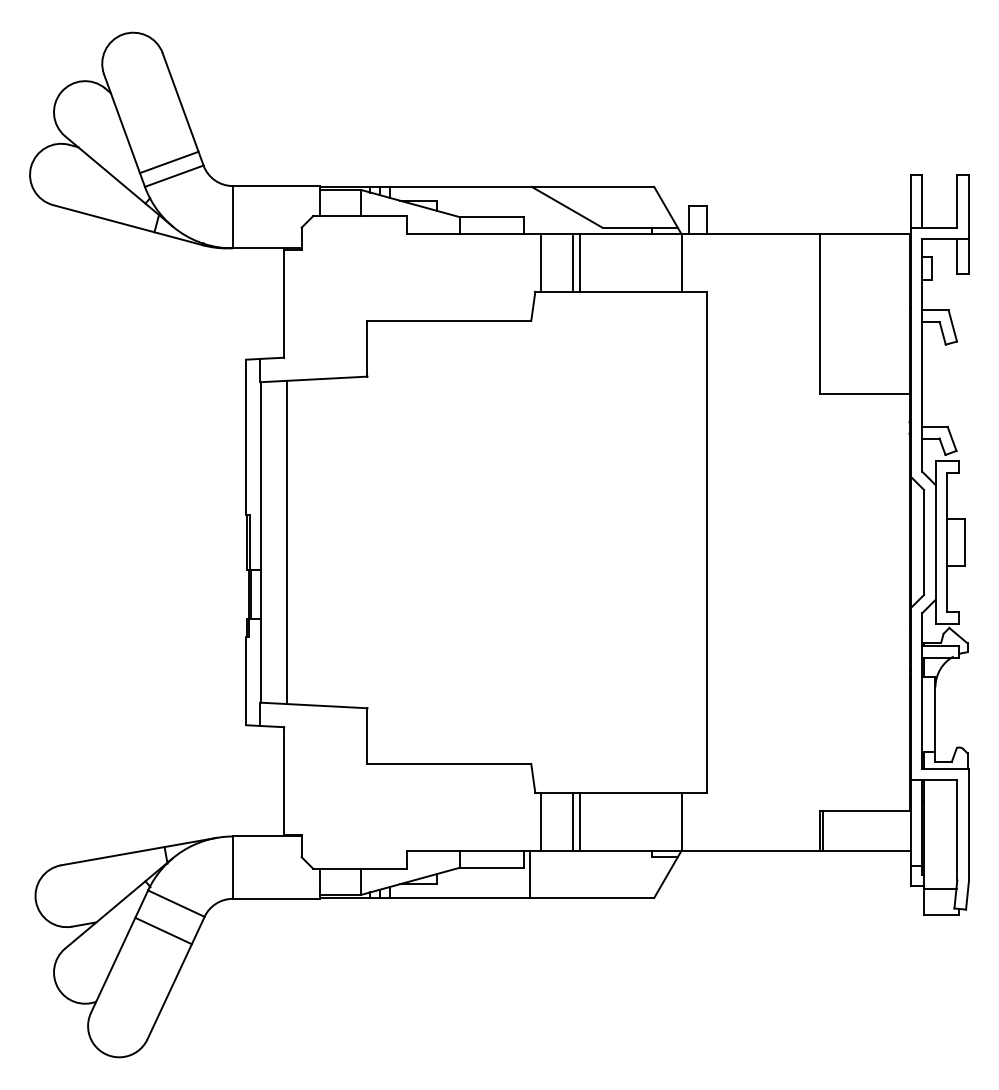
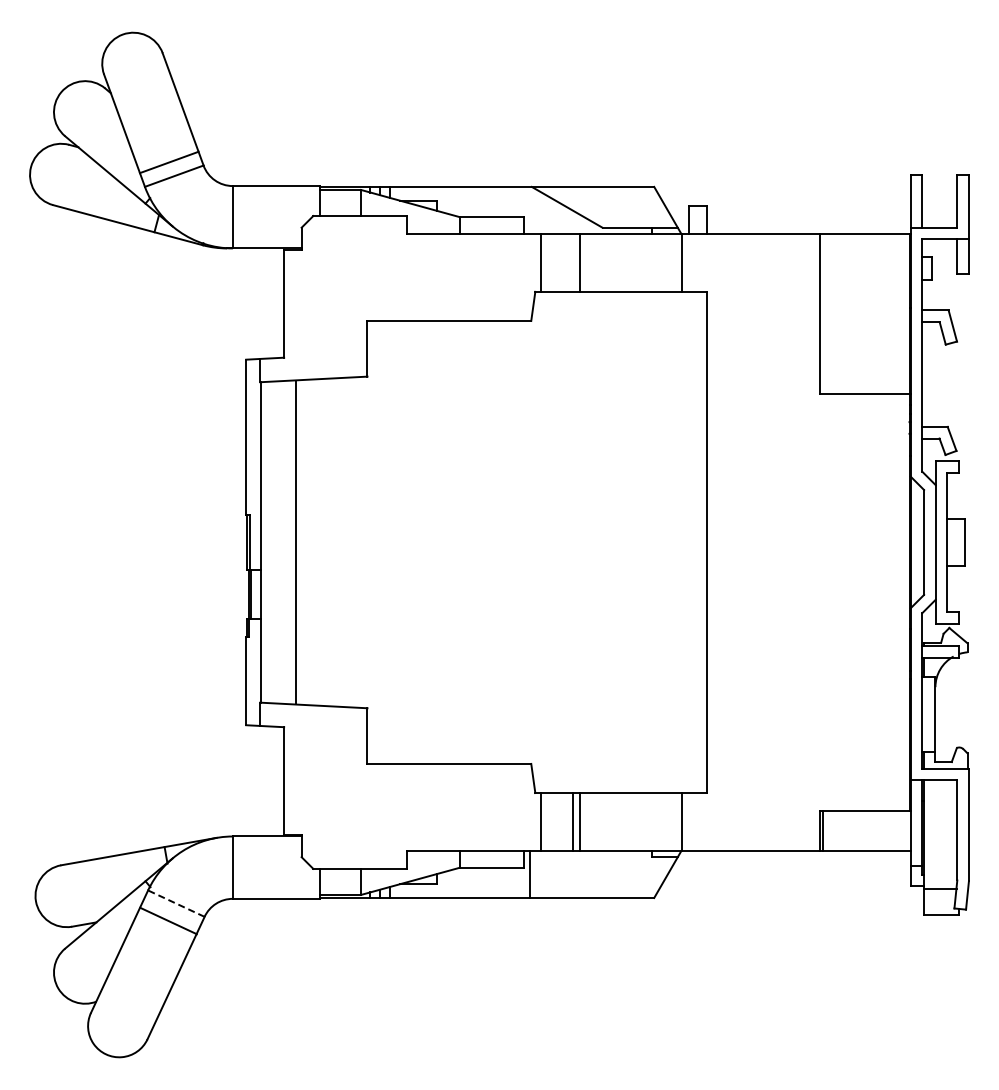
line at (572, 262): present -> none
line at (286, 542) position: (286, 542) -> (295, 542)
line at (175, 903): solid -> dashed
line at (163, 930) position: (163, 930) -> (168, 920)
